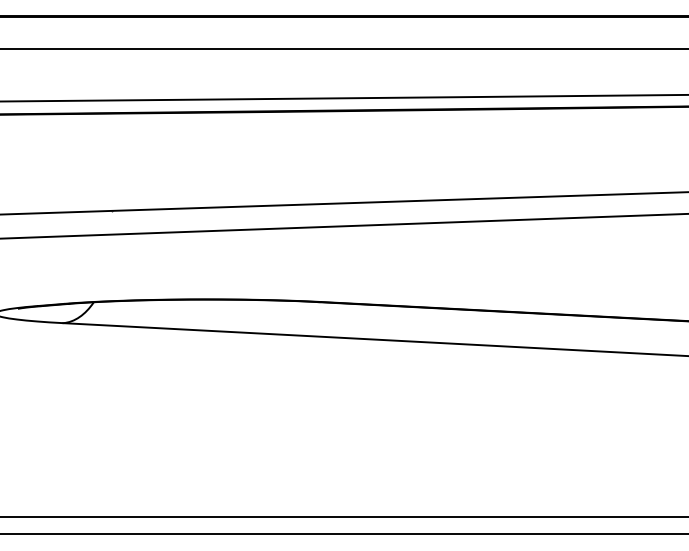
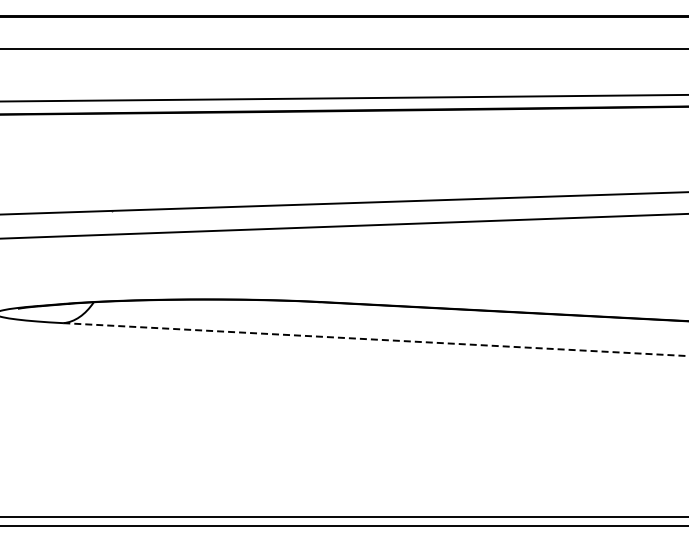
line at (375, 339): solid -> dashed
line at (343, 534) position: (343, 534) -> (343, 526)
